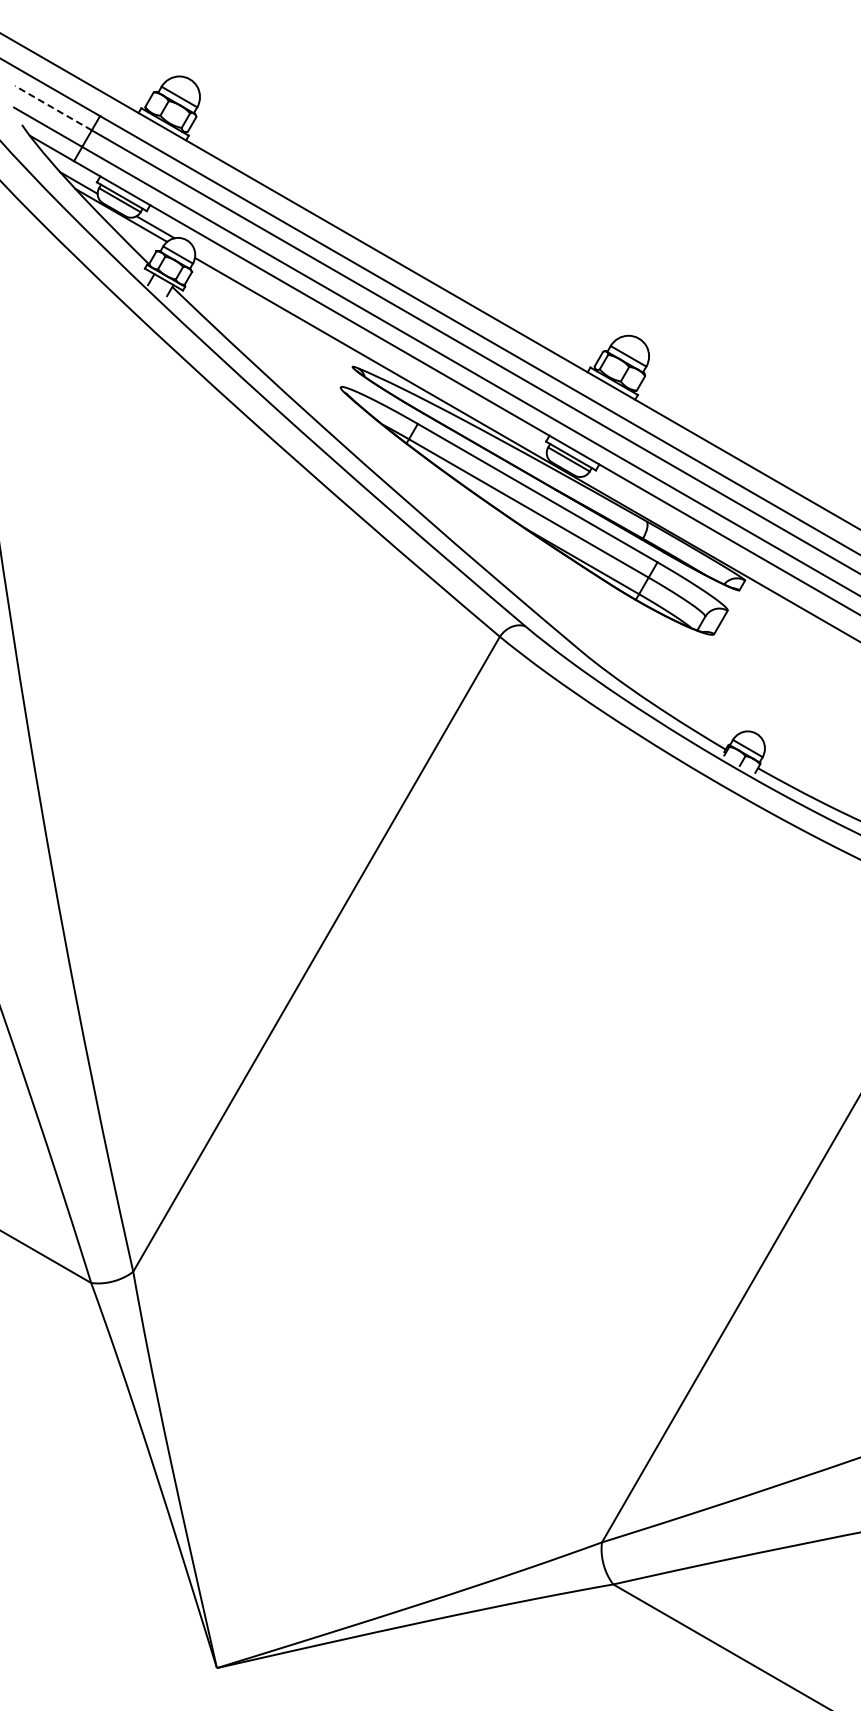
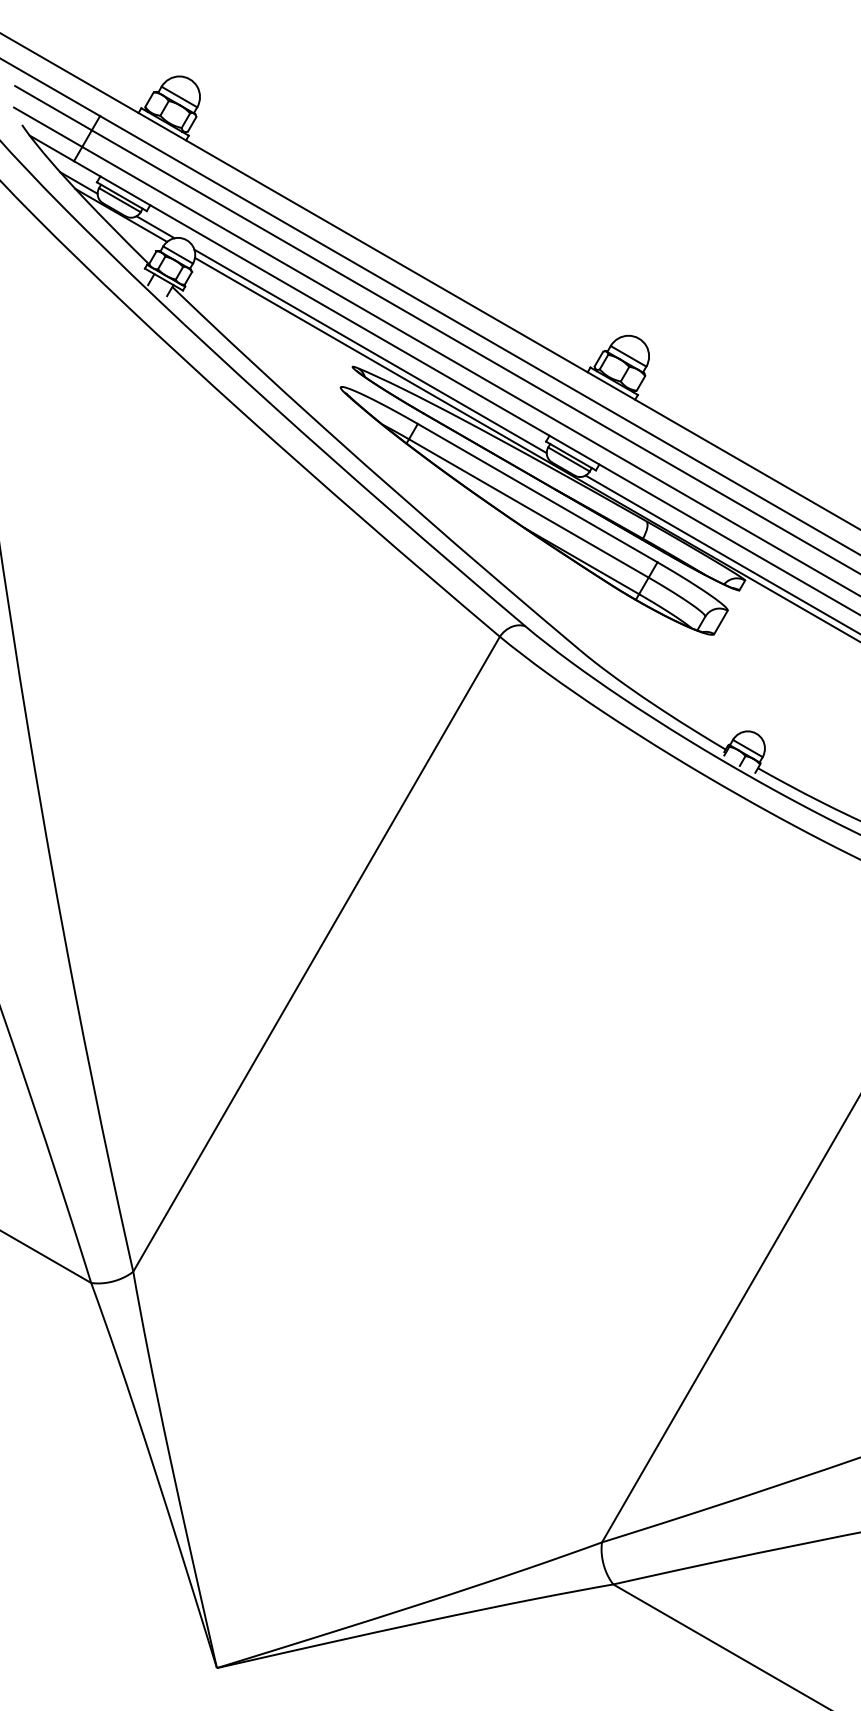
line at (53, 107): dashed -> solid
line at (370, 351): none -> present
line at (721, 553): none -> present
